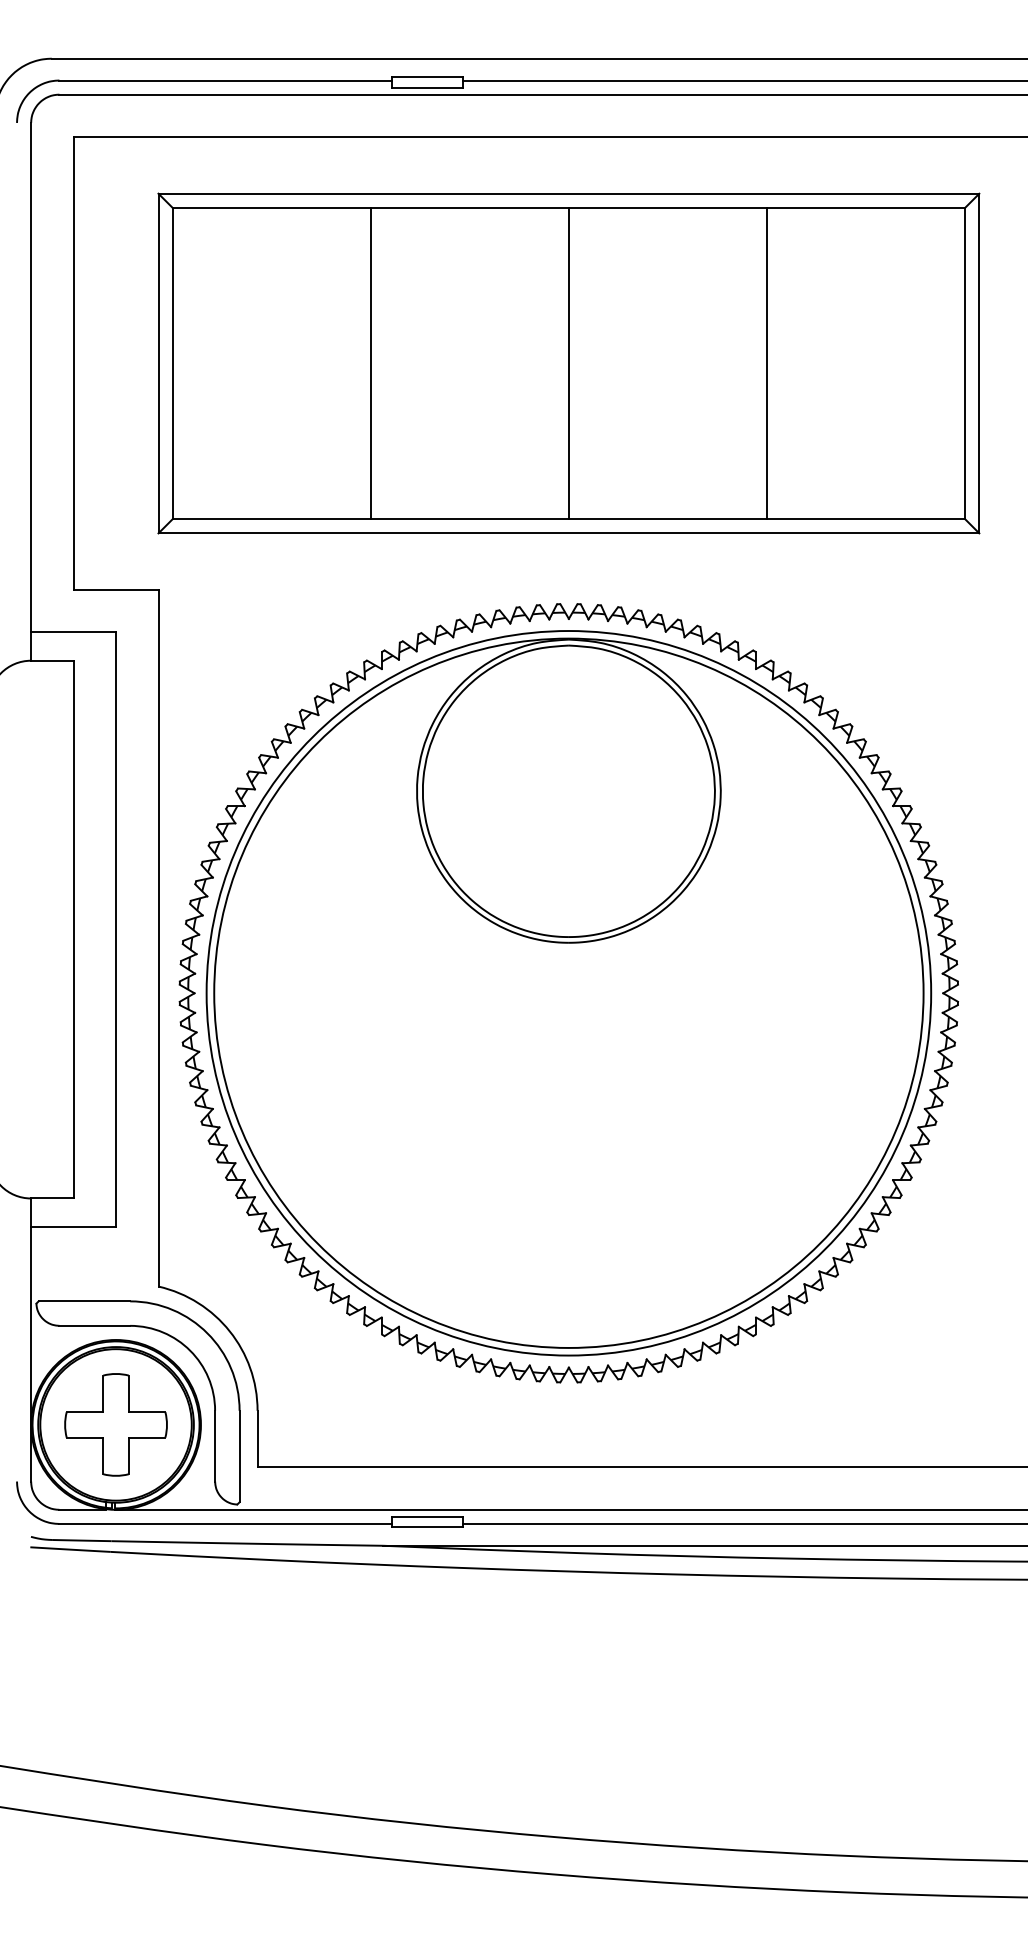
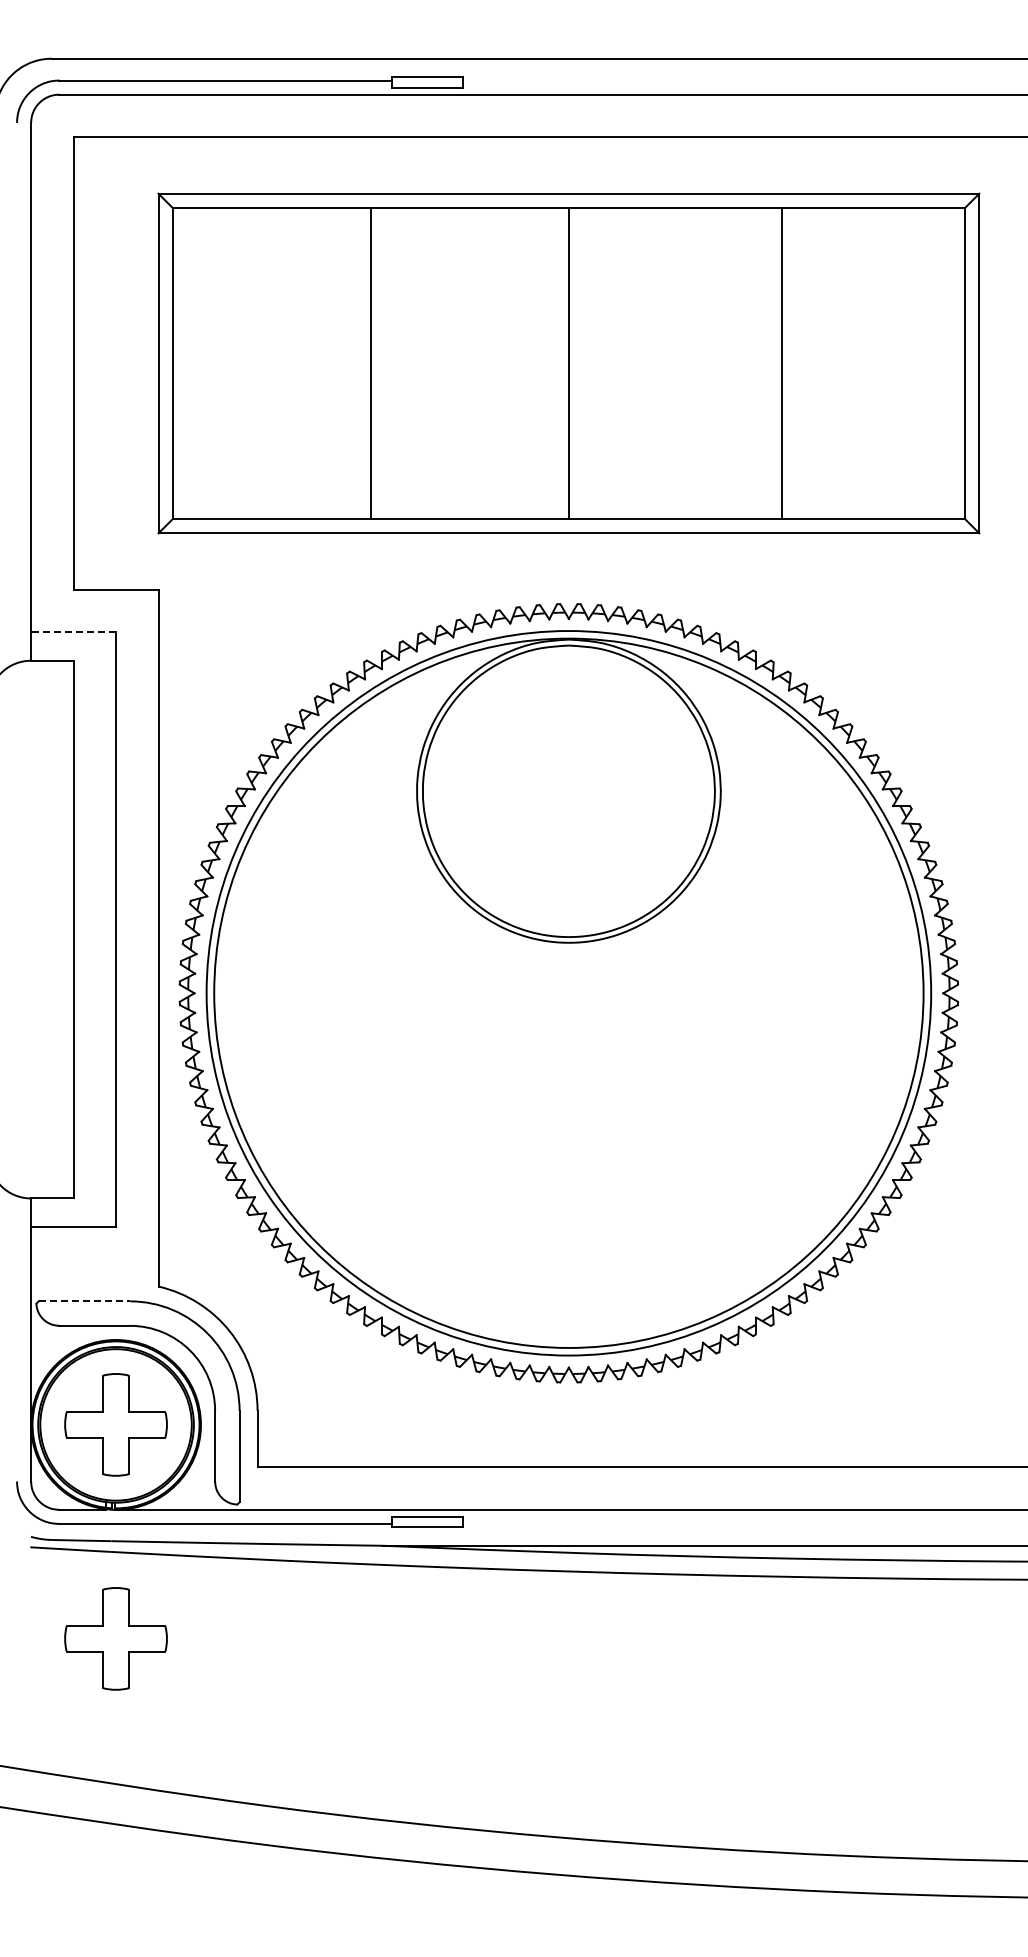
line at (743, 80): present -> none
line at (767, 363) position: (767, 363) -> (782, 363)
line at (73, 632): solid -> dashed
line at (84, 1301): solid -> dashed
line at (743, 1523): present -> none
part at (115, 1638): none -> present
